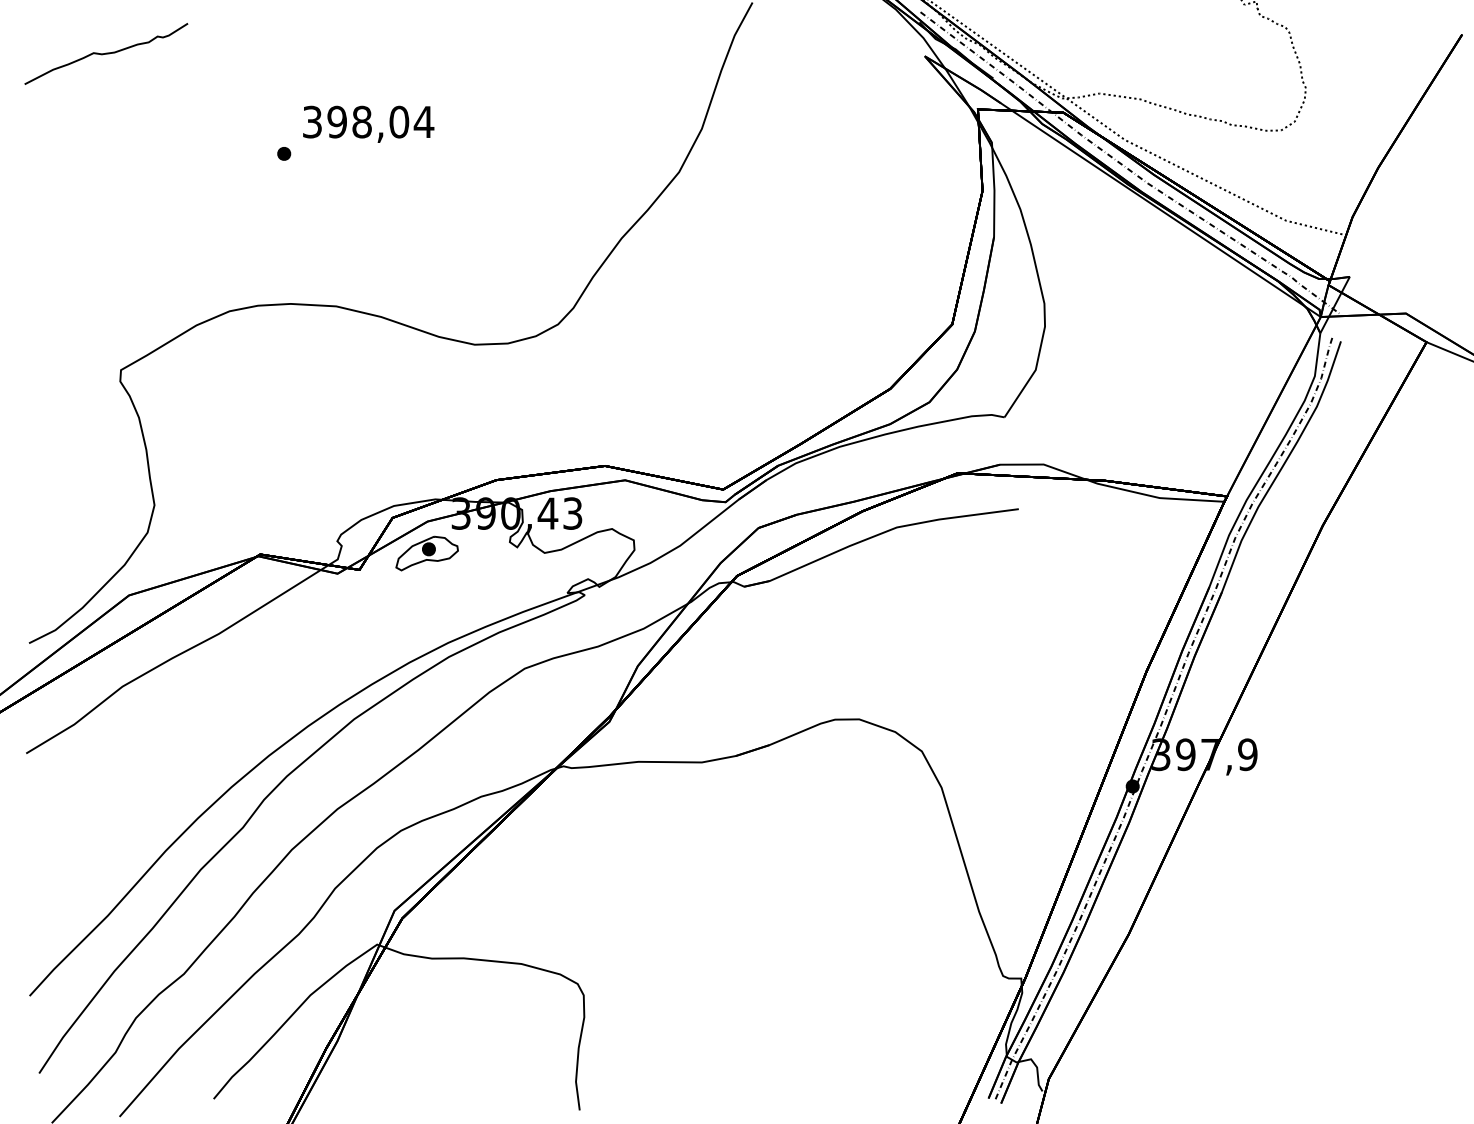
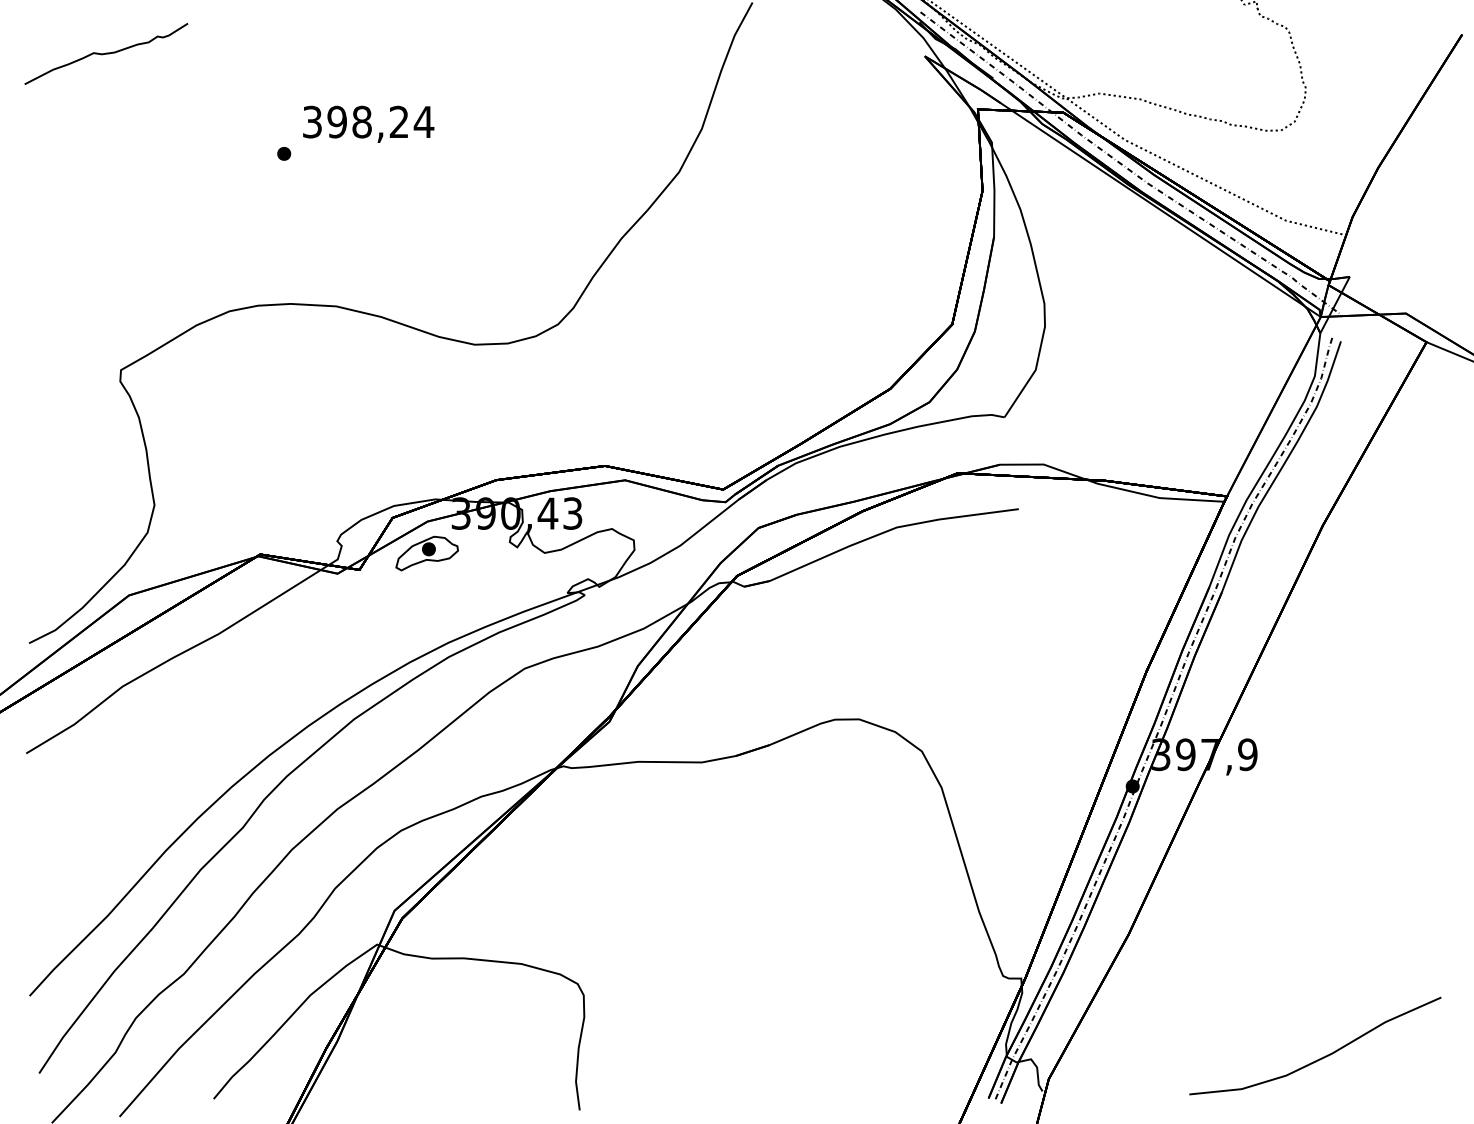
text at (399, 121): 398,04 -> 398,24
curve at (1321, 1057): none -> present
